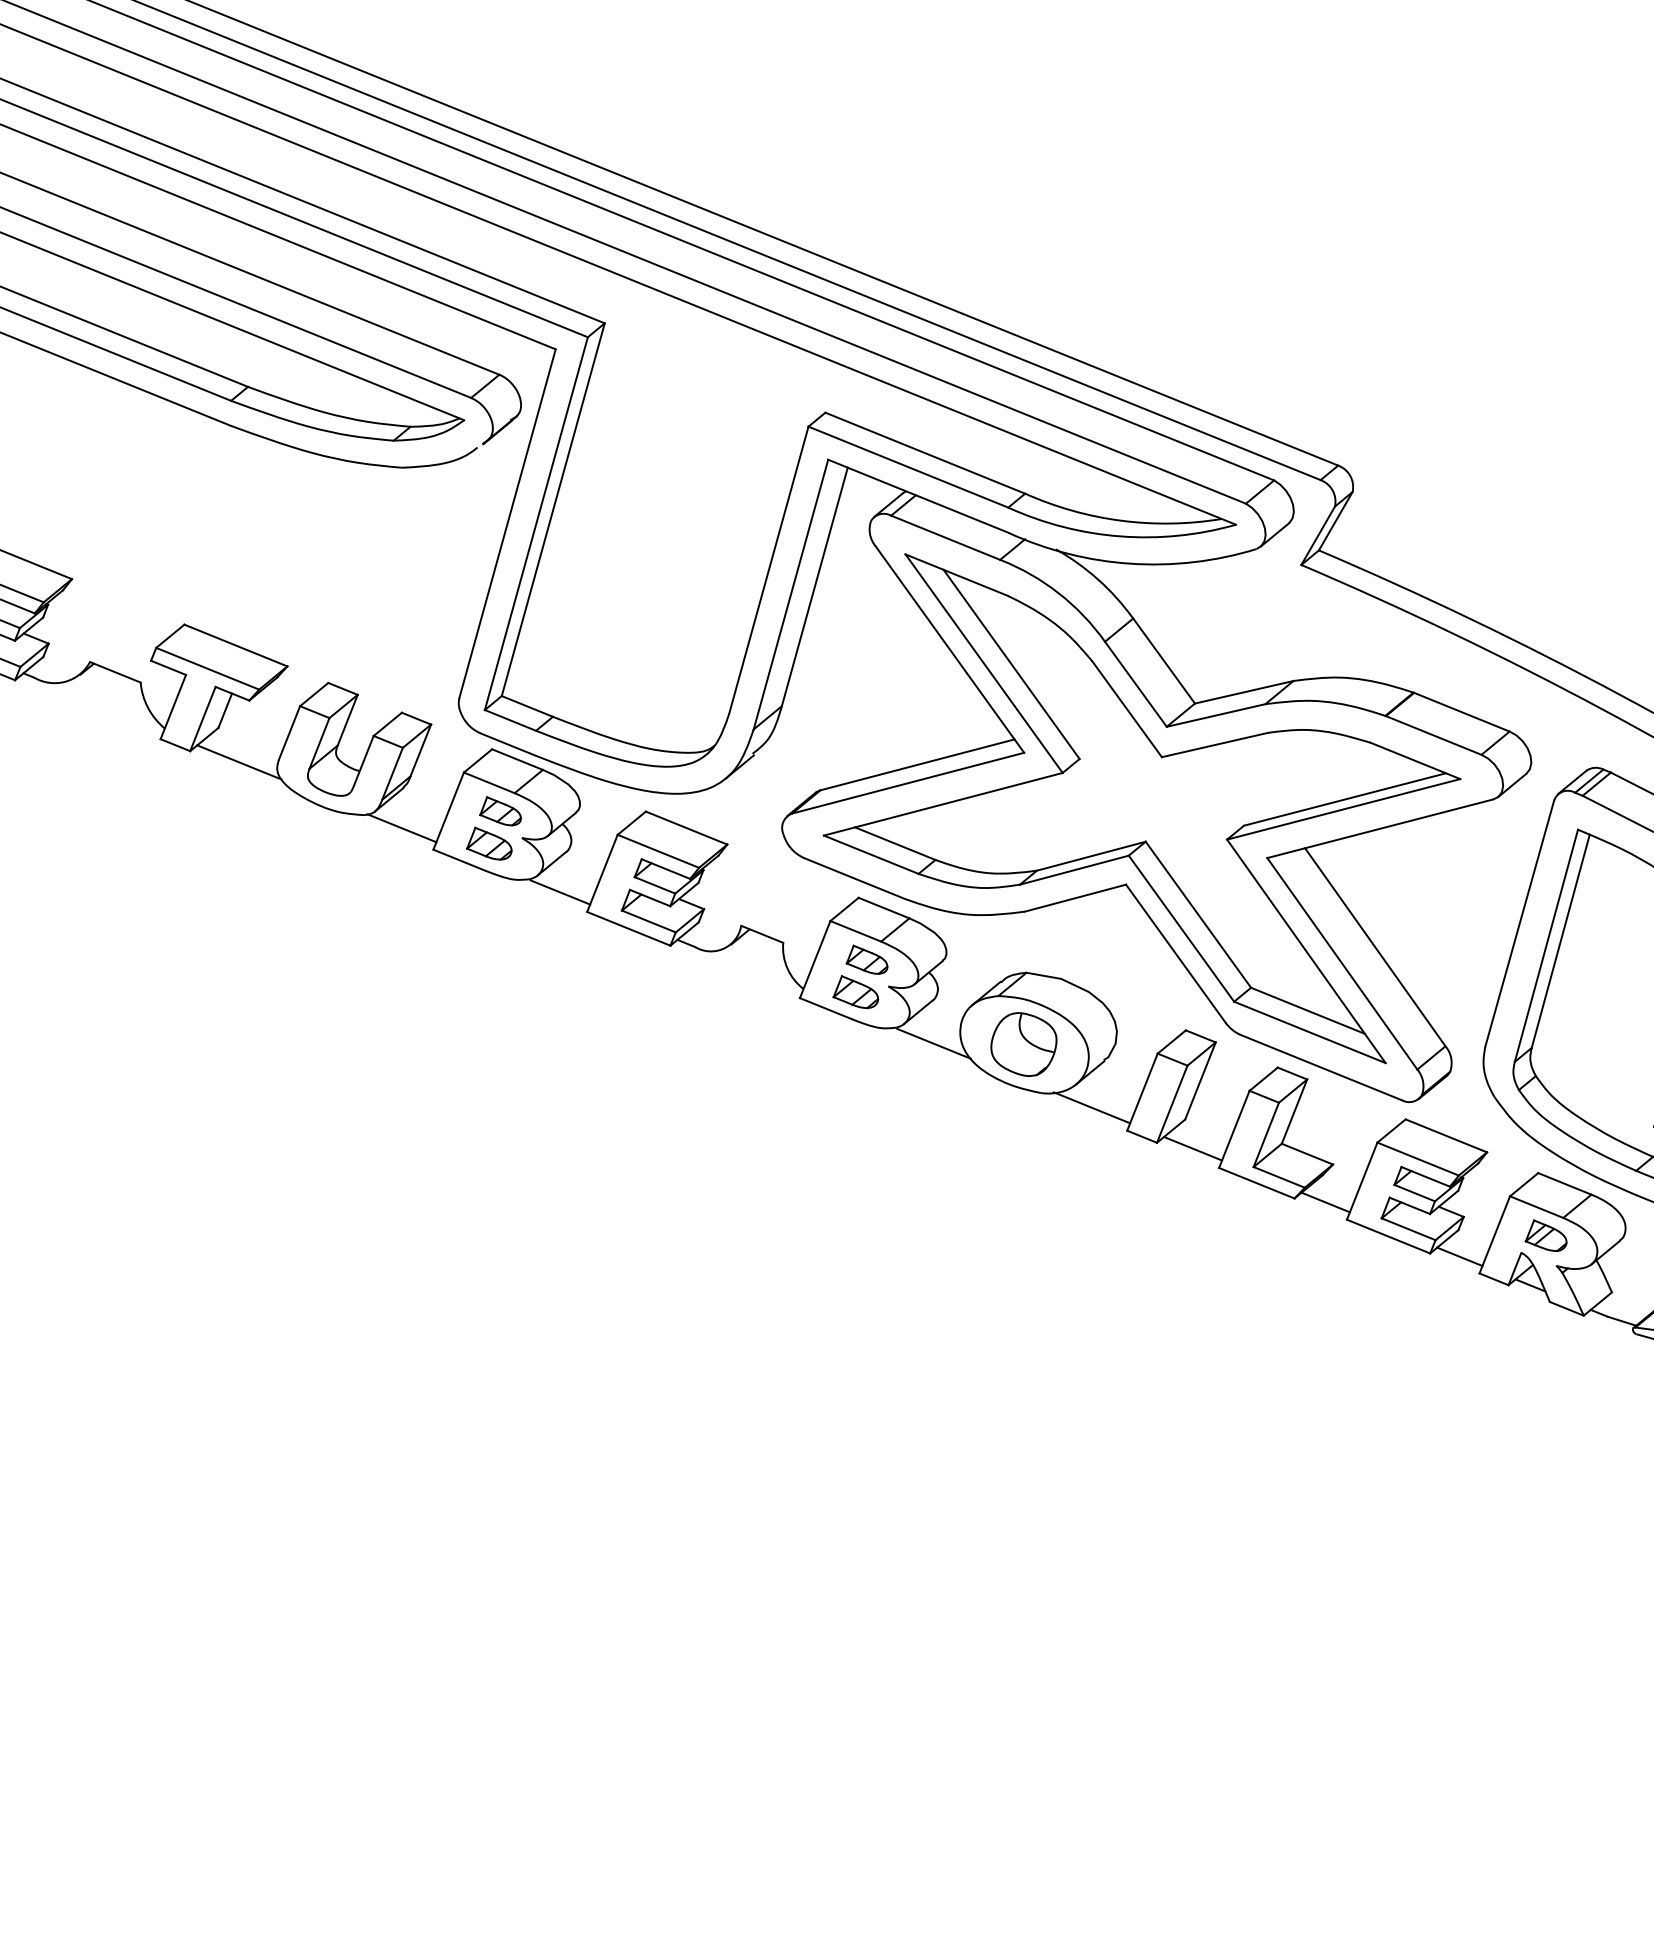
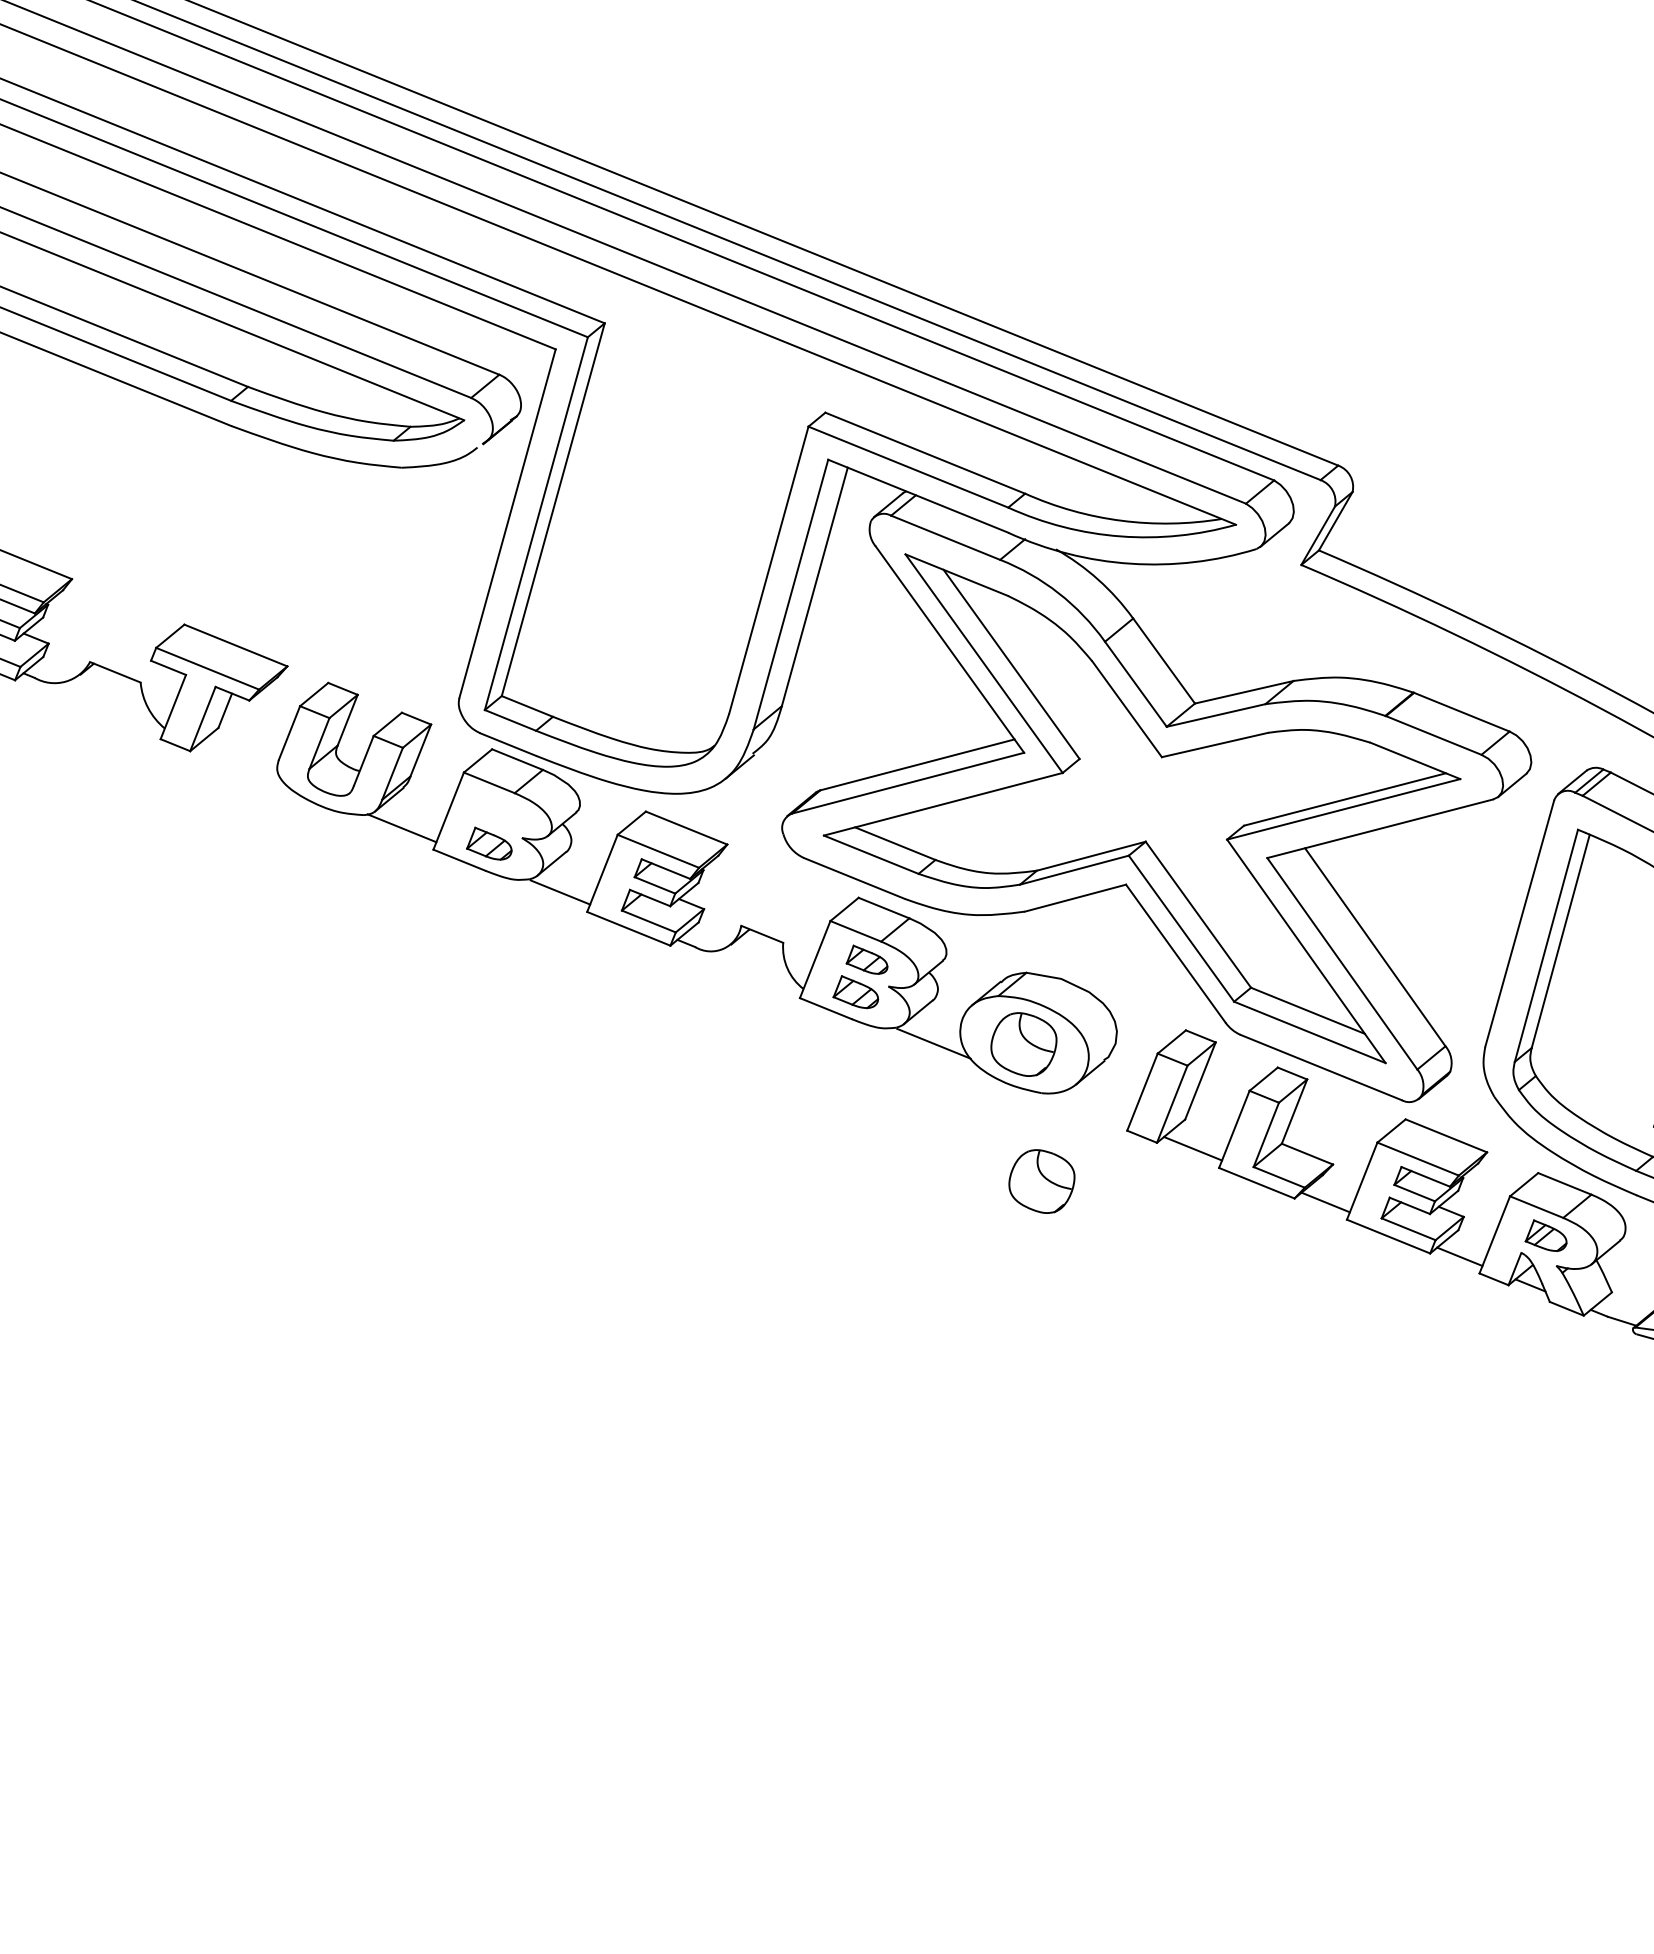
line at (239, 762): present -> none
part at (500, 811): present -> none
line at (1091, 1107): present -> none
part at (1041, 1181): none -> present
